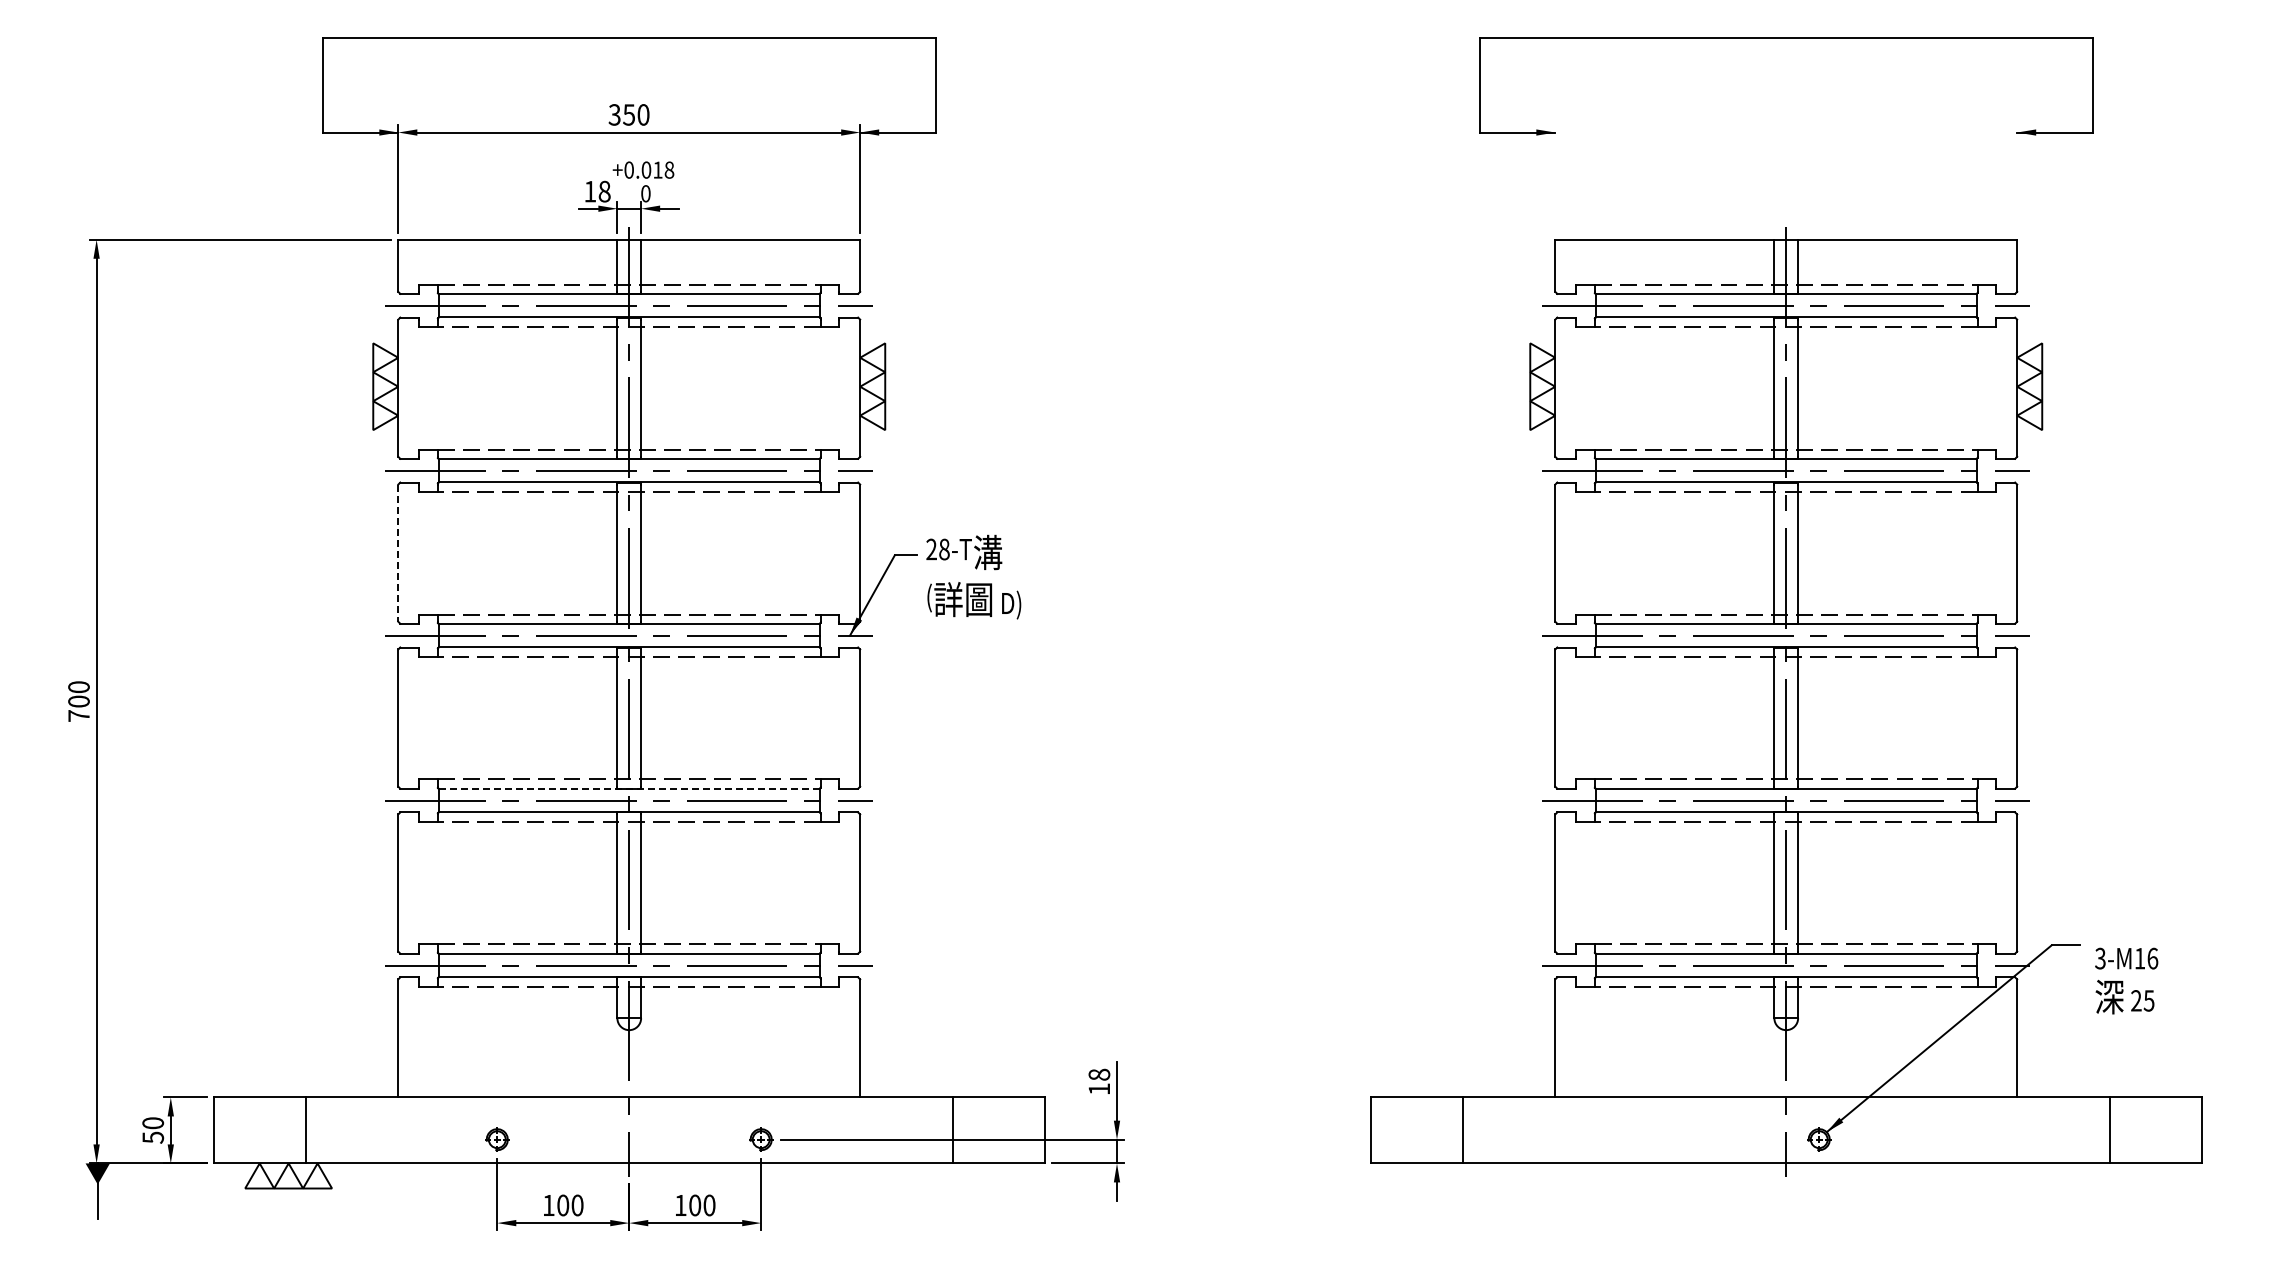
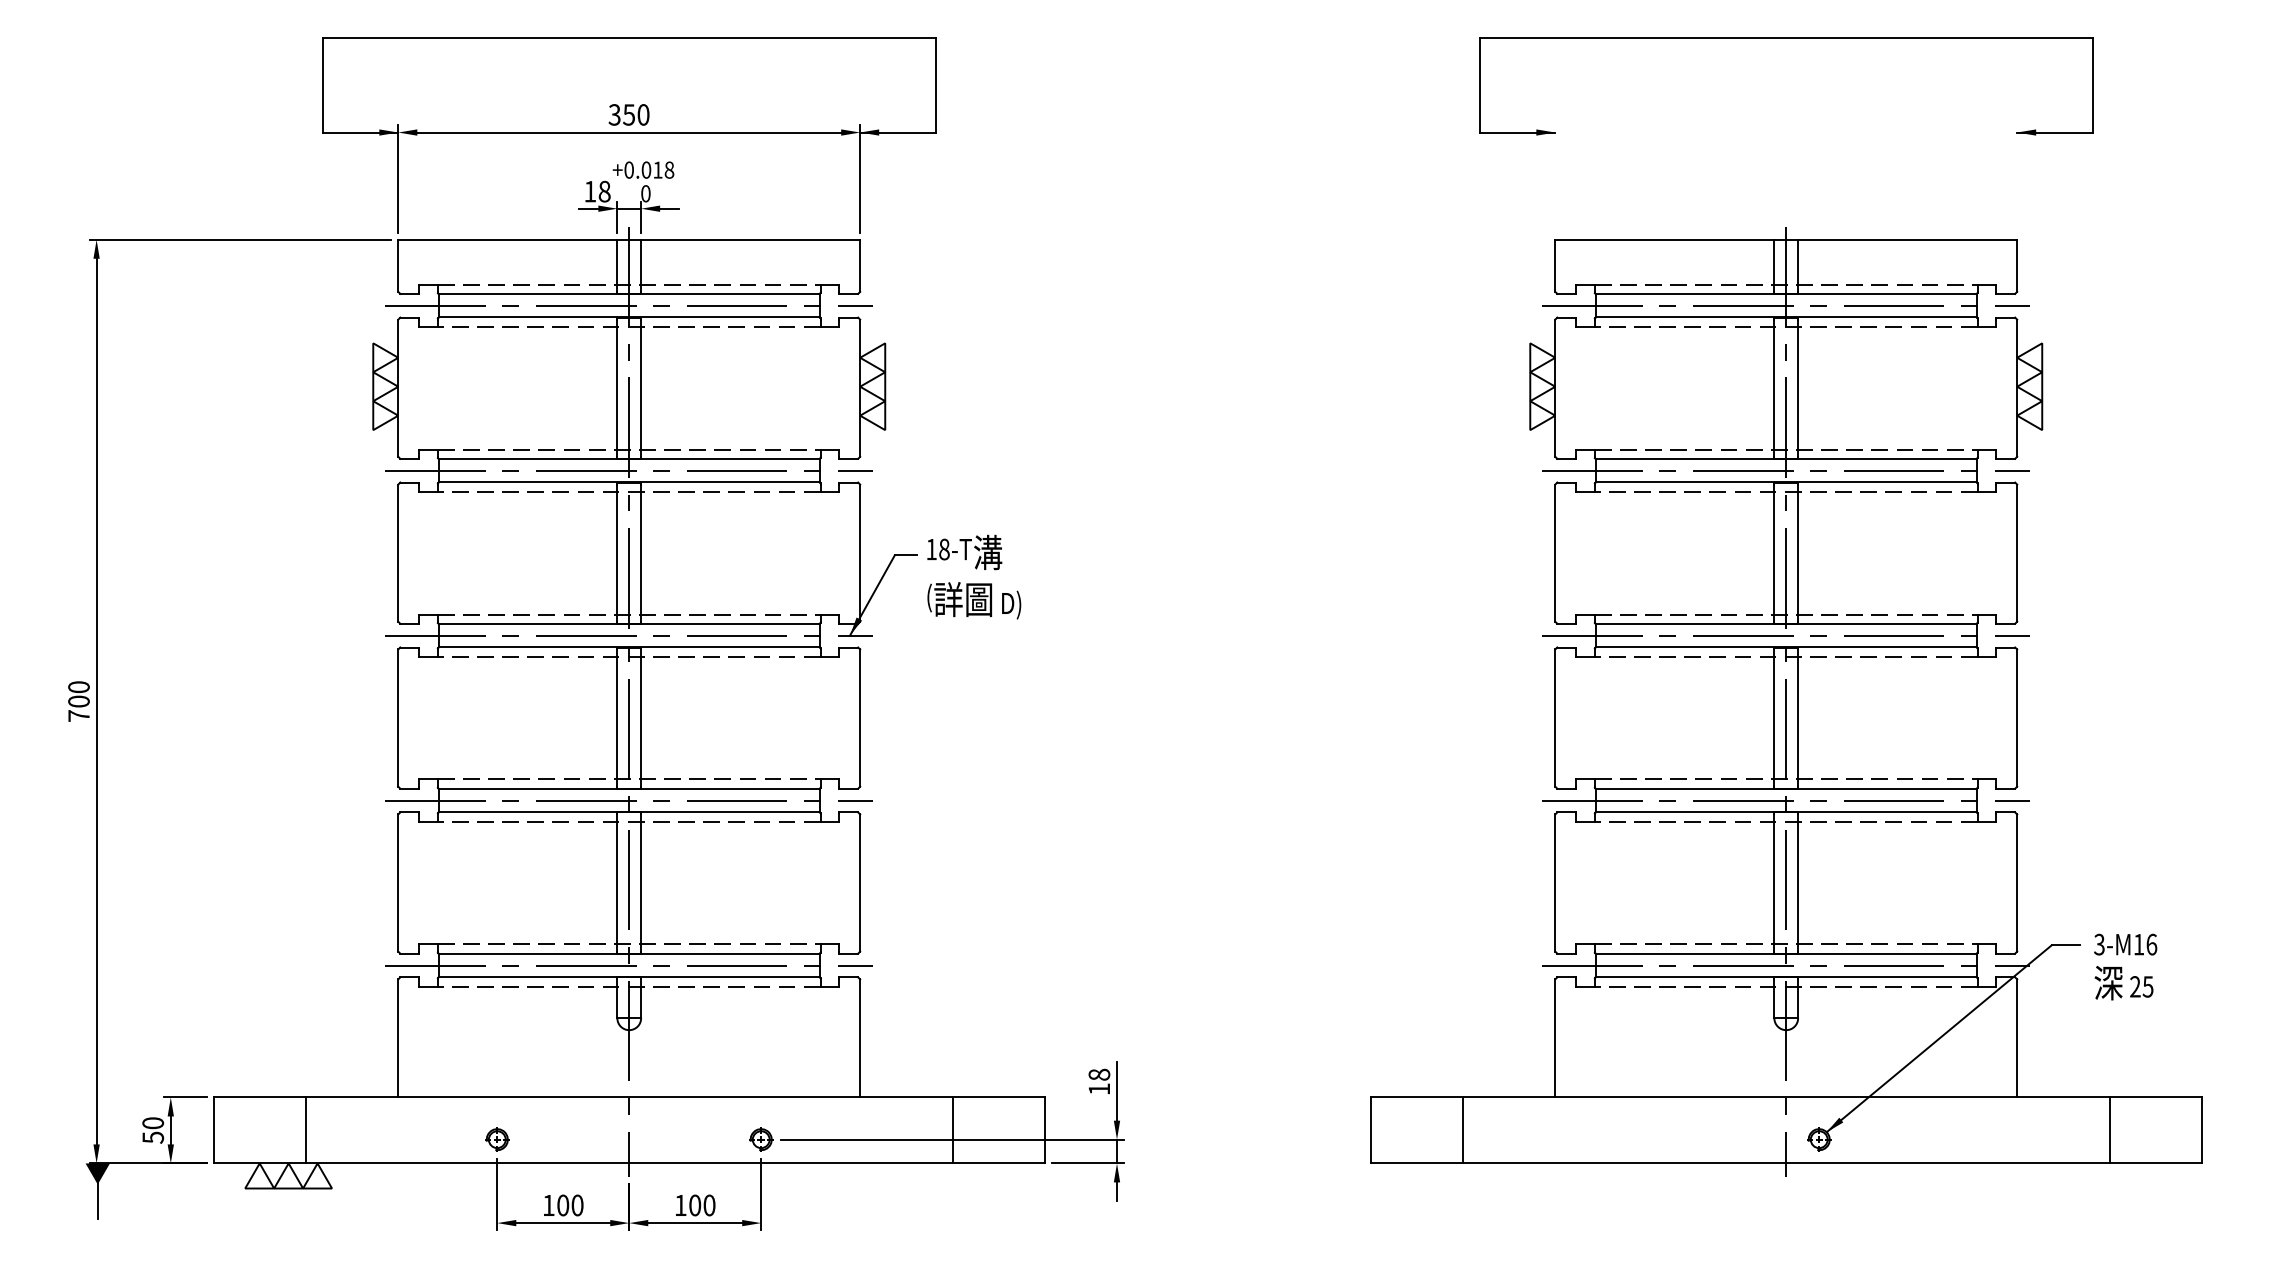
text at (931, 548): 28-T -> 18-T
line at (398, 553): dashed -> solid
line at (628, 789): dashed -> solid
text at (2126, 980) position: (2126, 980) -> (2125, 966)
